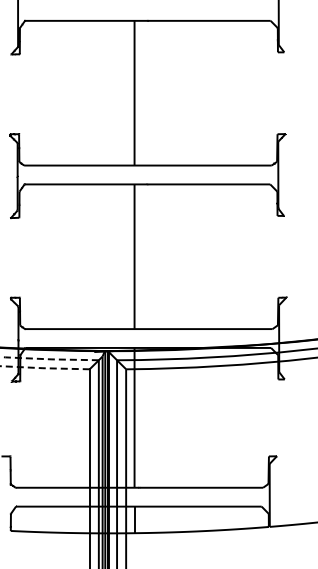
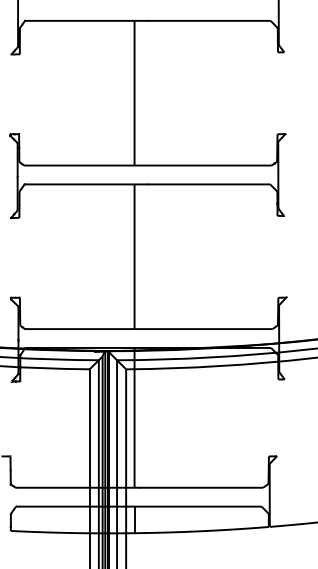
arc at (48, 359): dashed -> solid
arc at (43, 368): dashed -> solid
